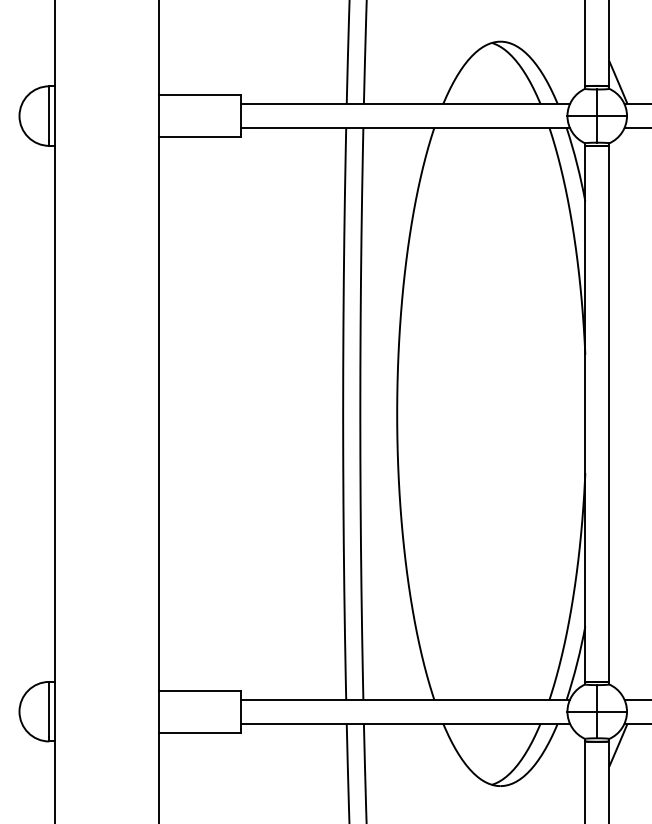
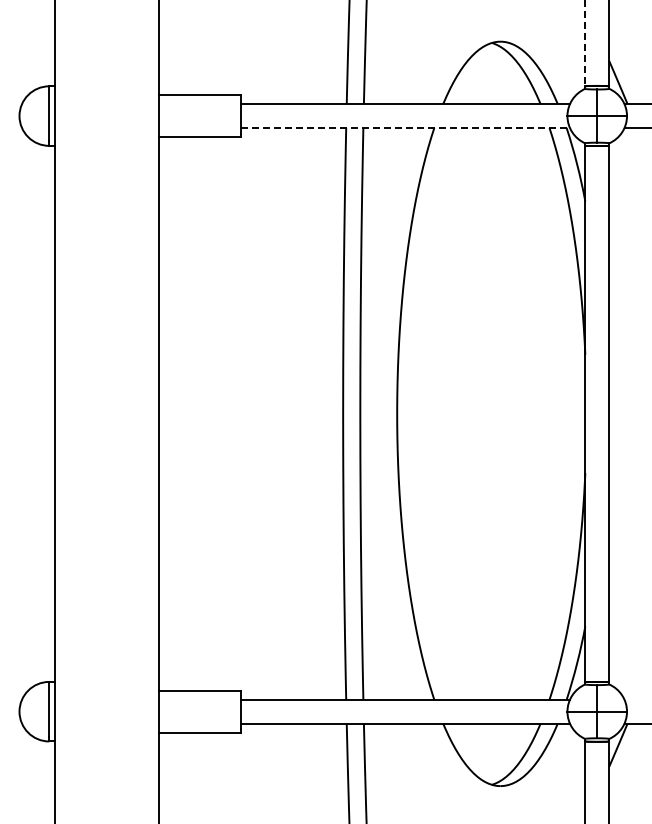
line at (585, 43): solid -> dashed
line at (406, 128): solid -> dashed
line at (636, 699): present -> none
